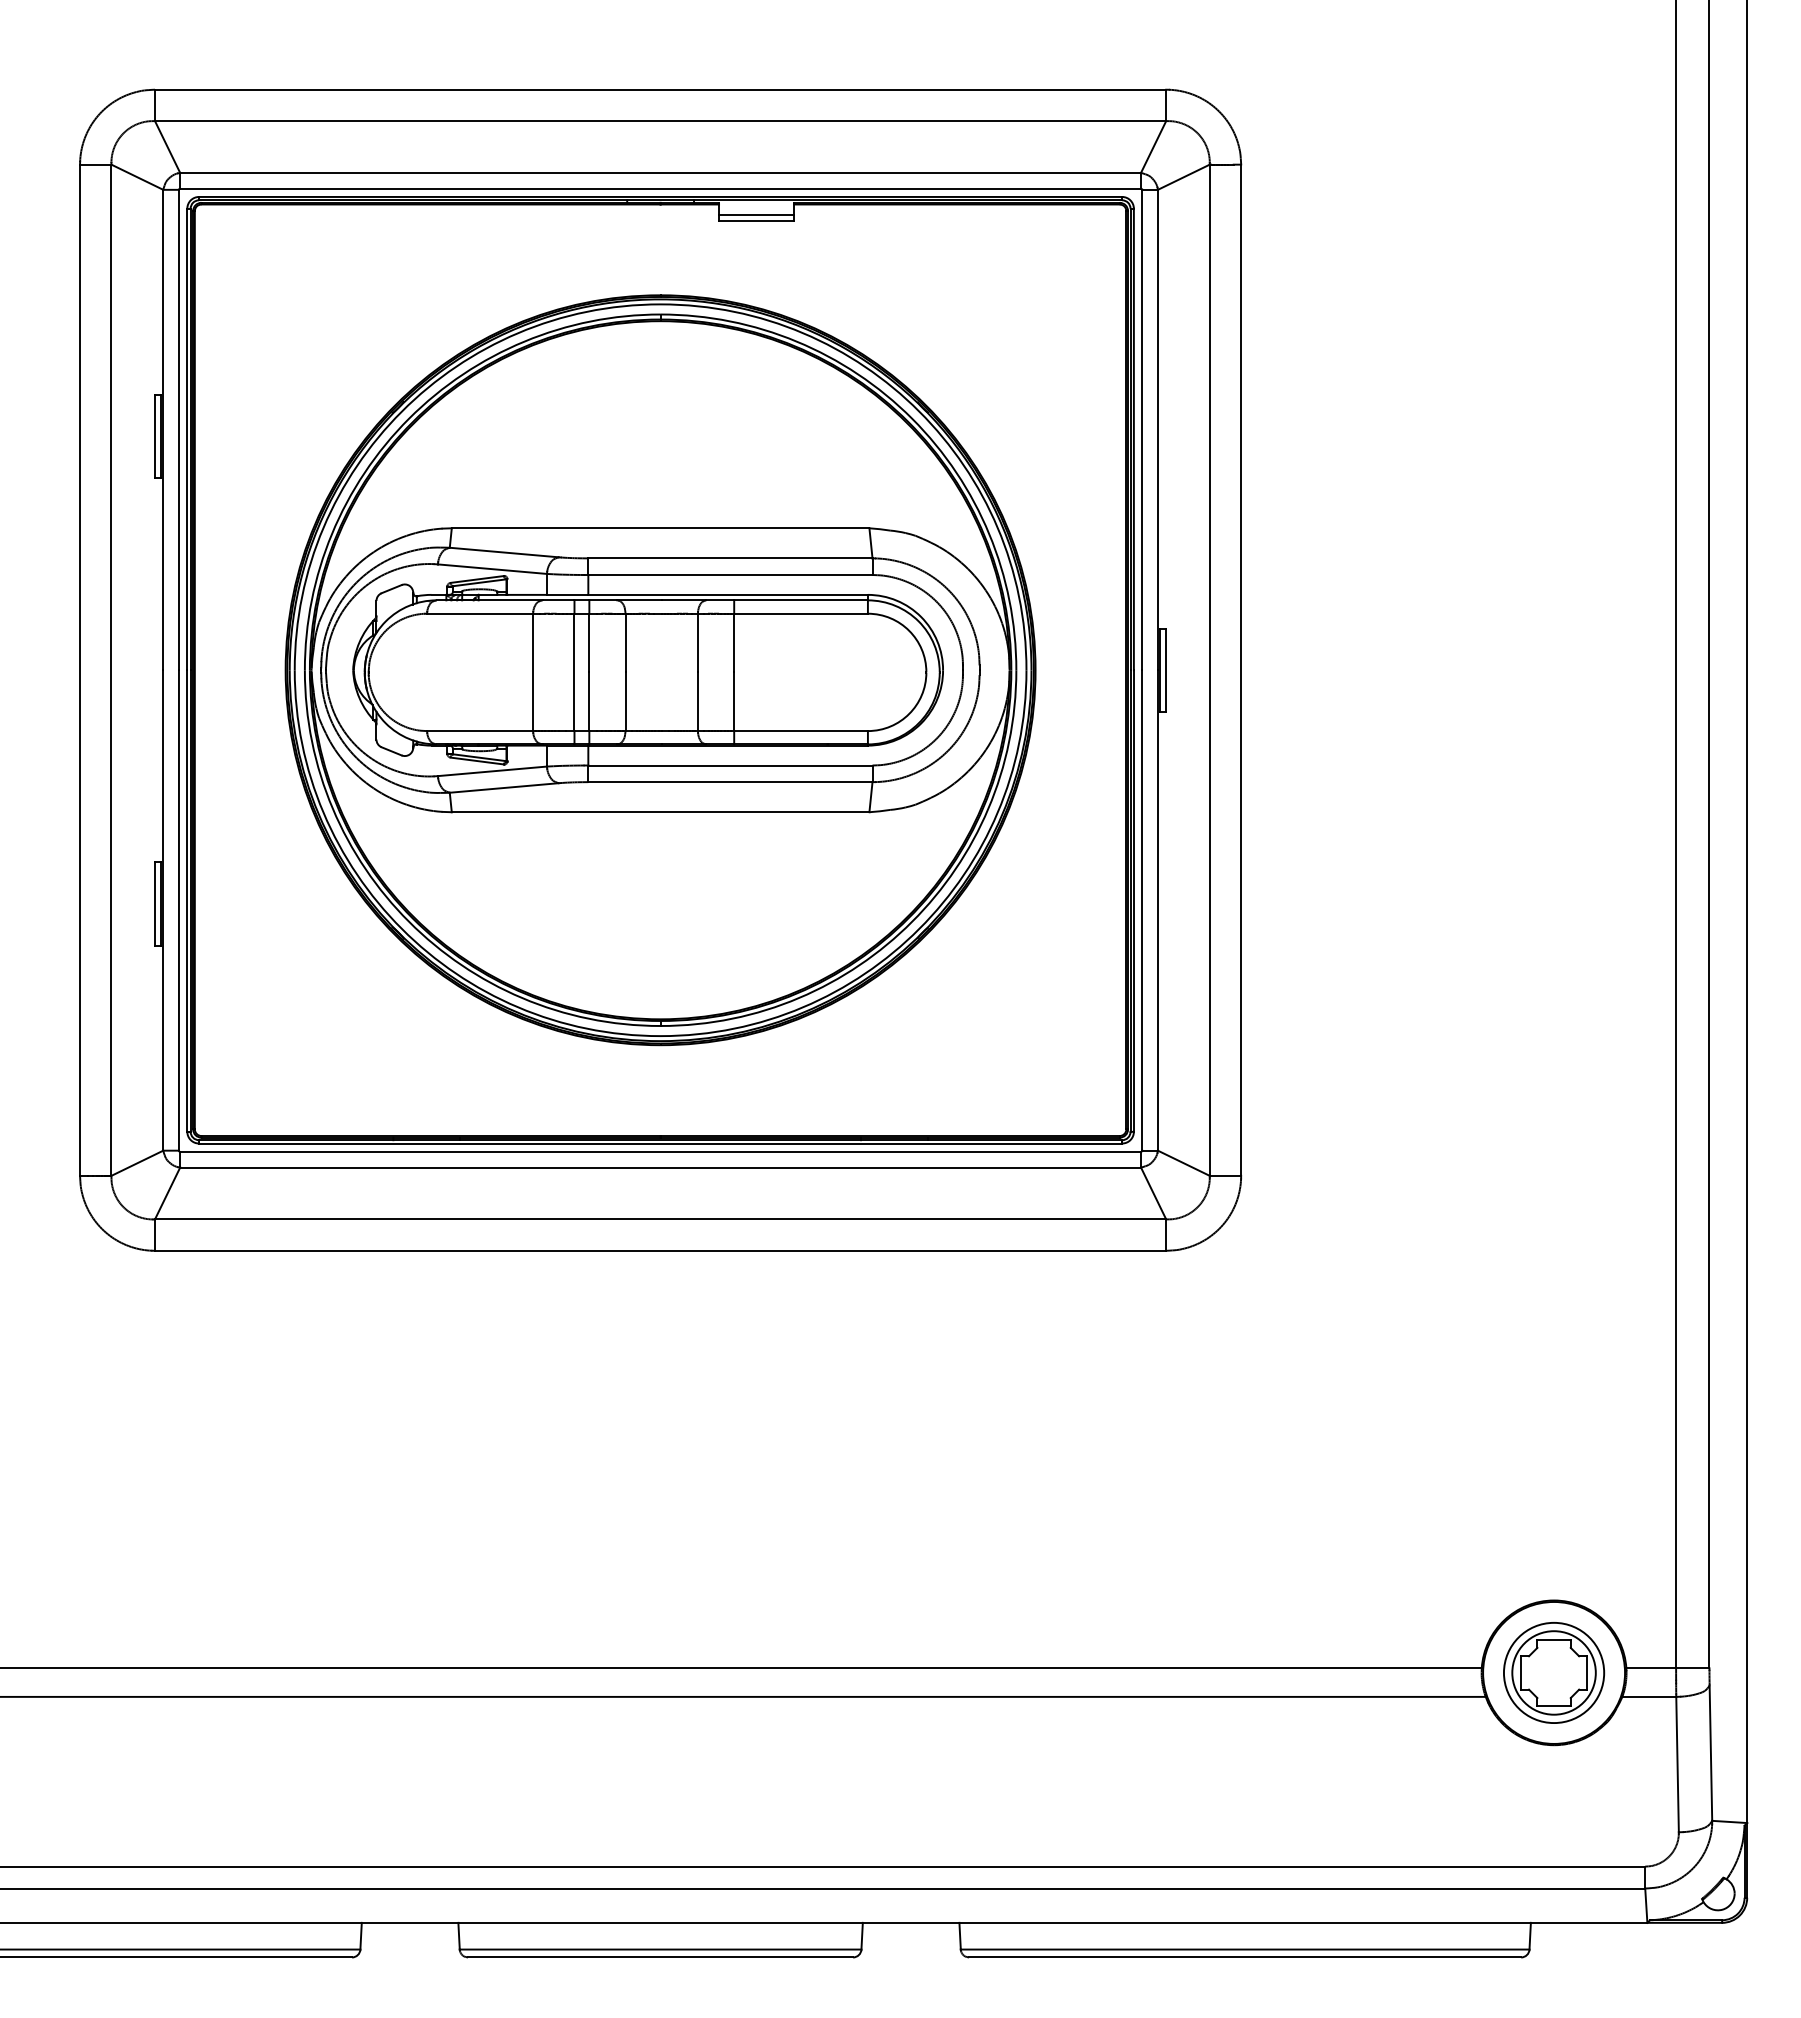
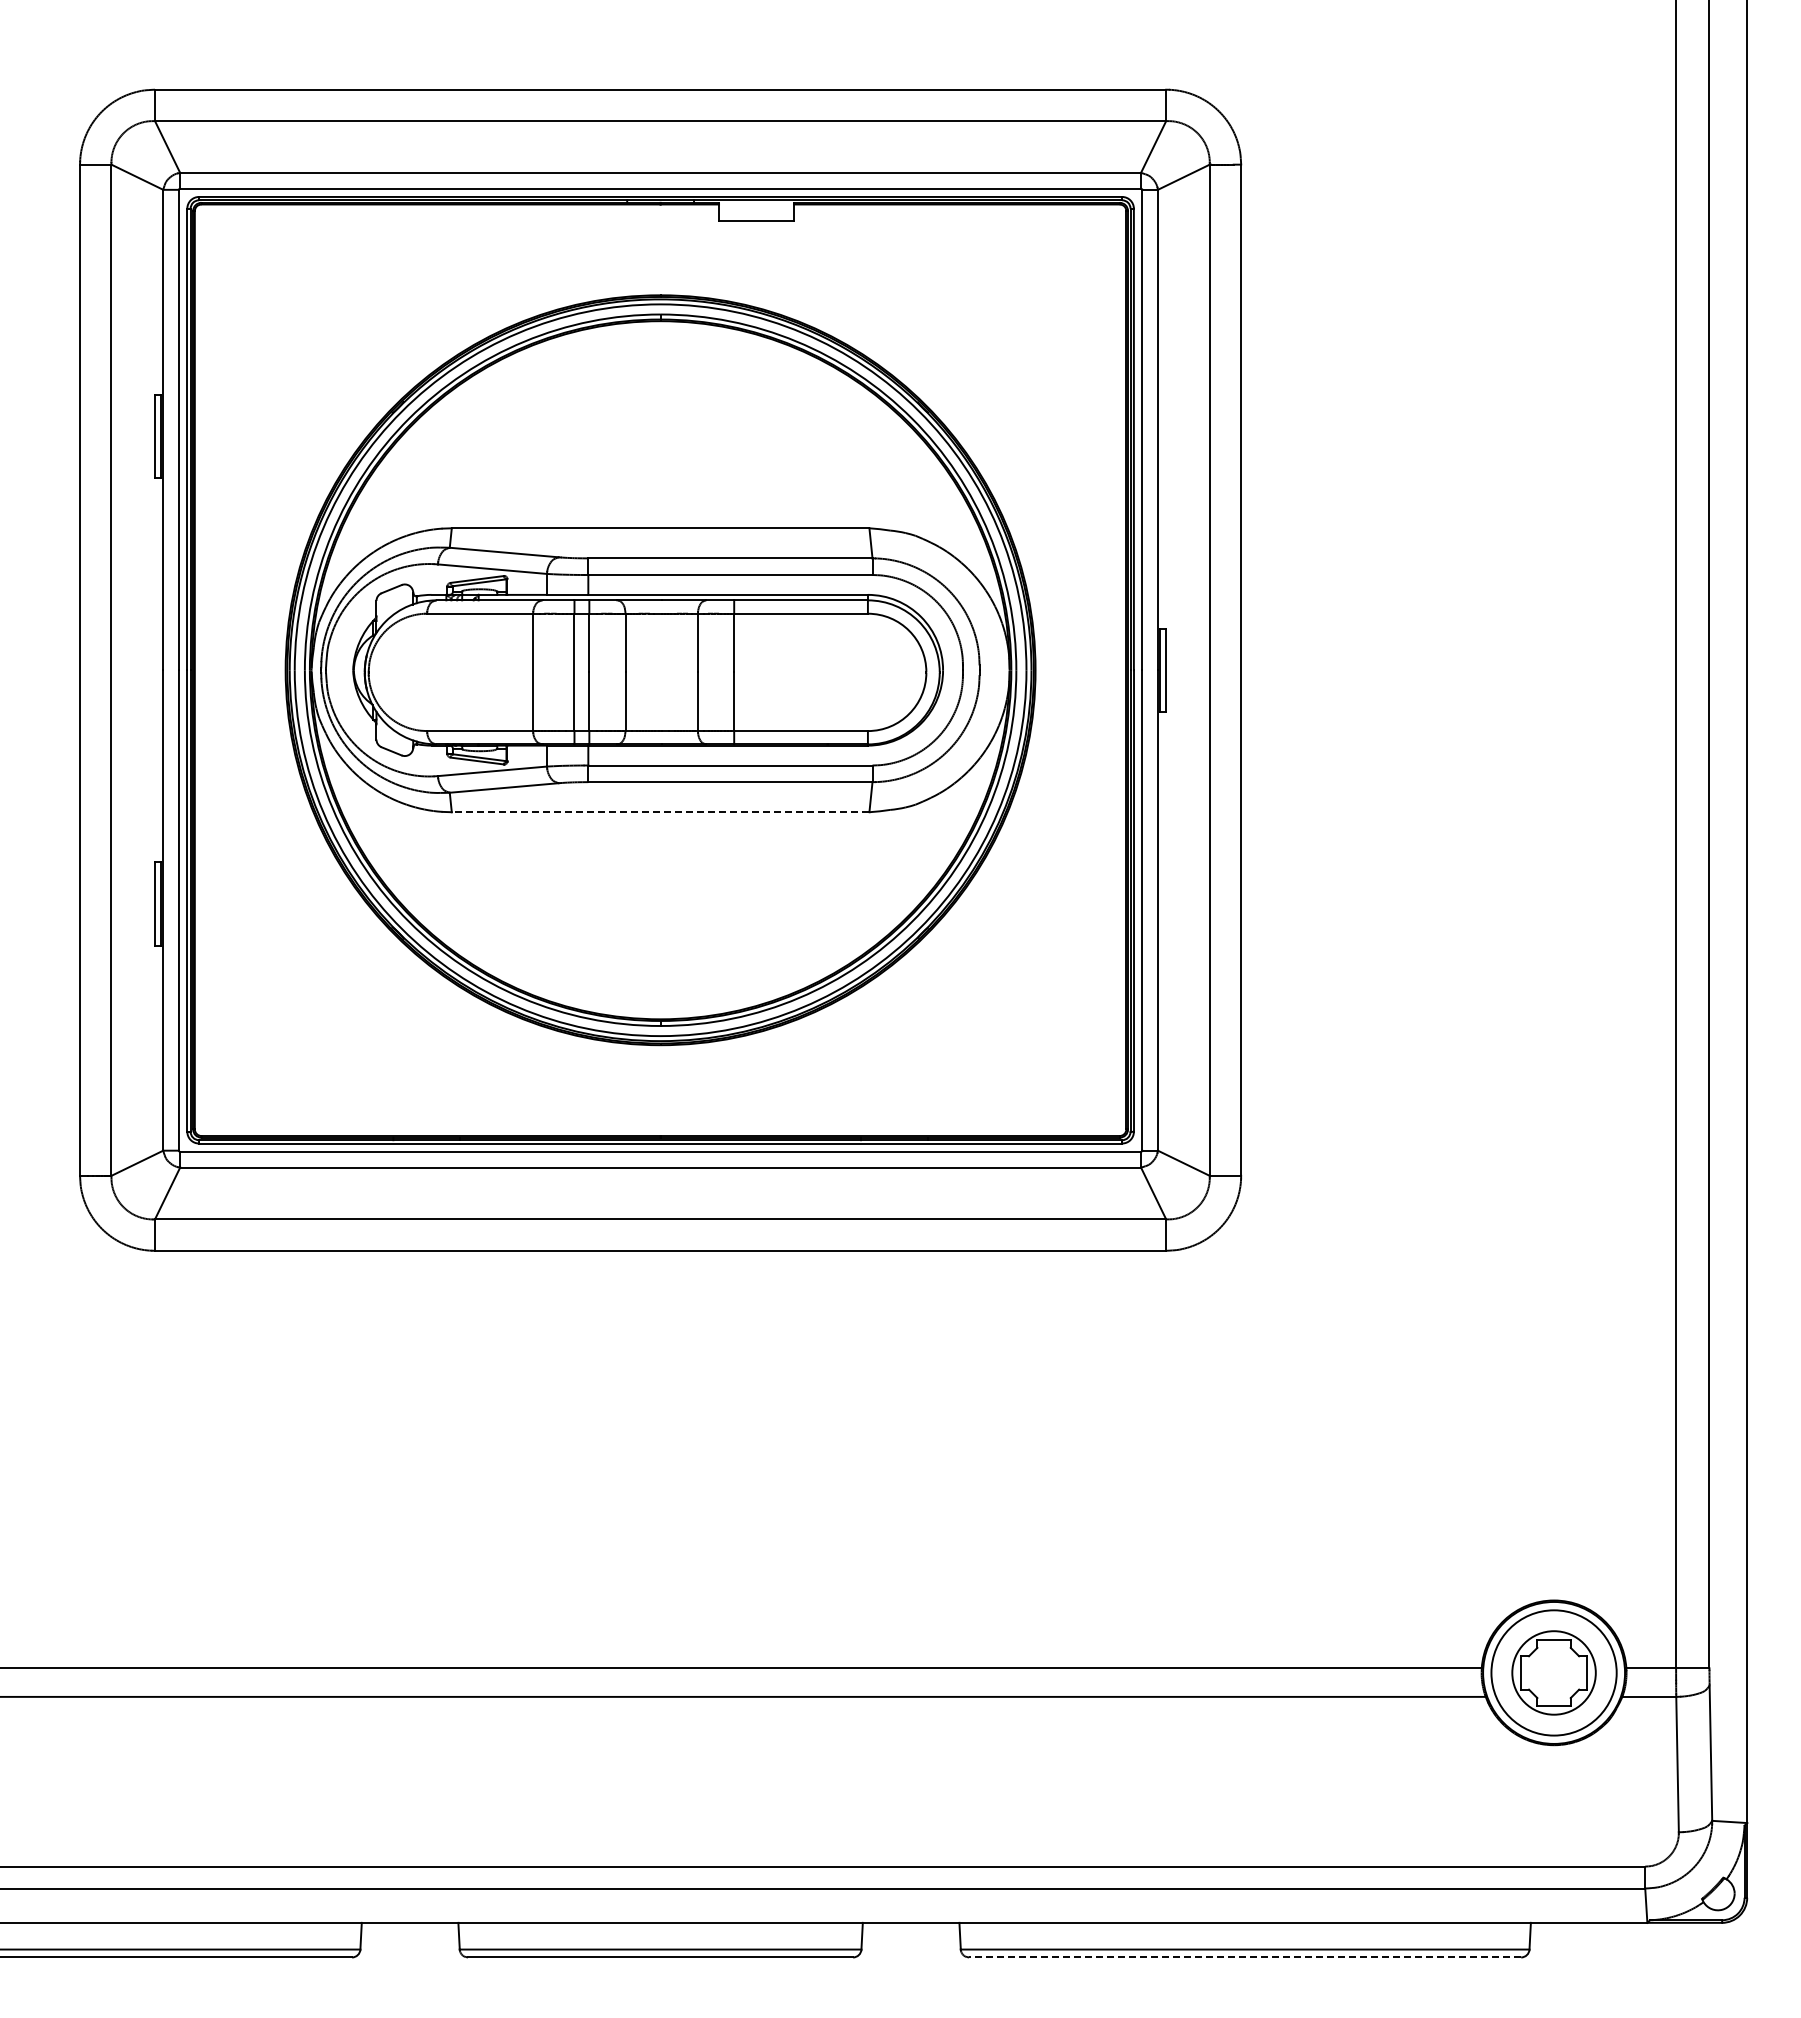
line at (756, 215): present -> none
line at (660, 812): solid -> dashed
circle at (1553, 1672) diameter: 100 px -> 125 px
line at (1245, 1957): solid -> dashed
